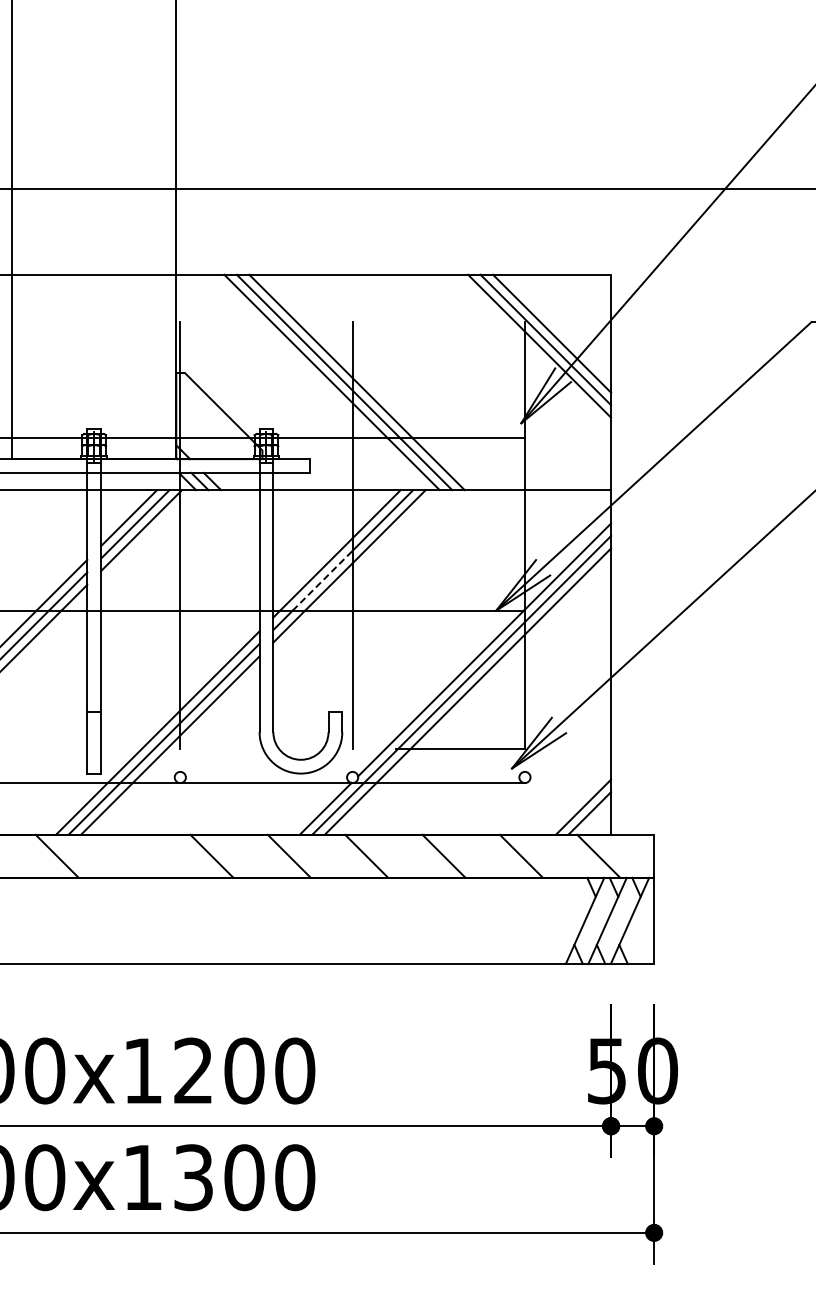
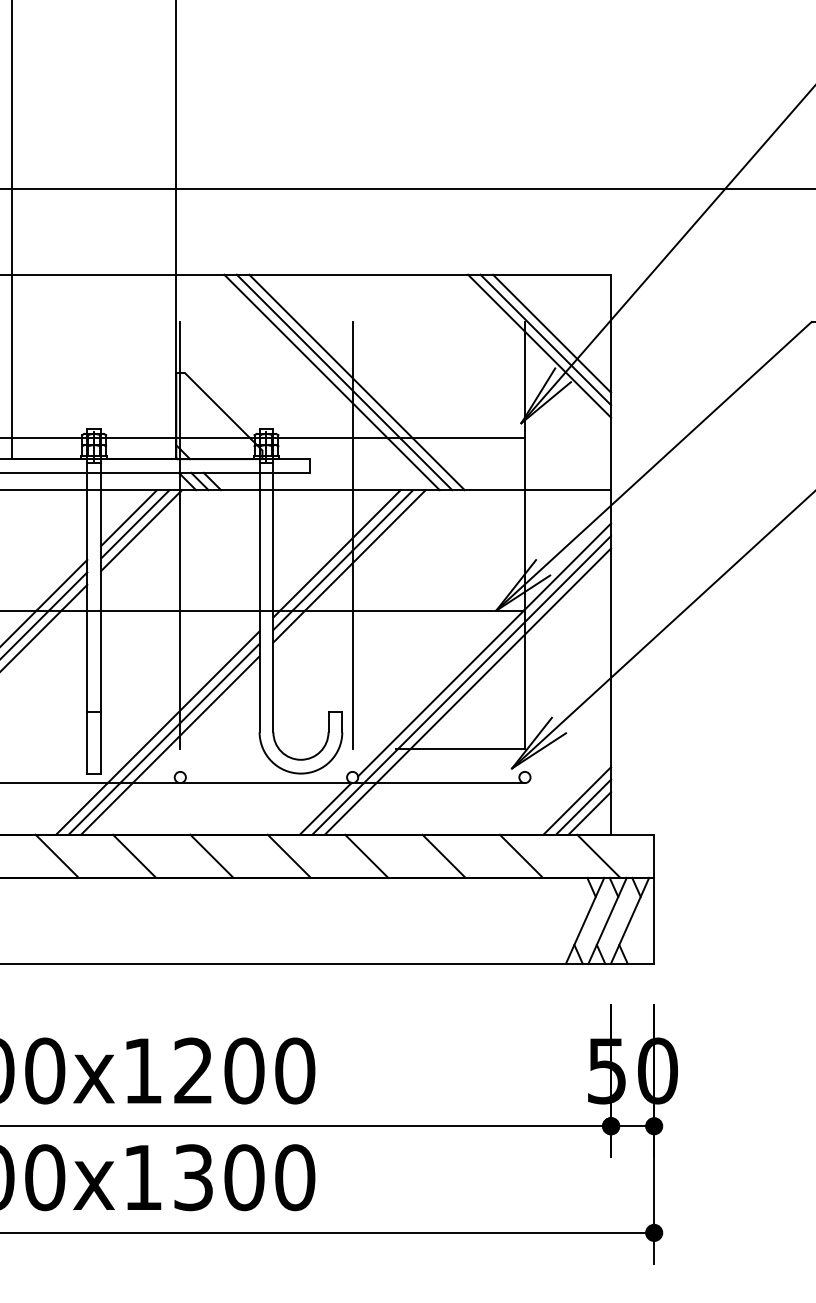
line at (322, 580): dashed -> solid
line at (577, 800): none -> present
line at (134, 855): none -> present
